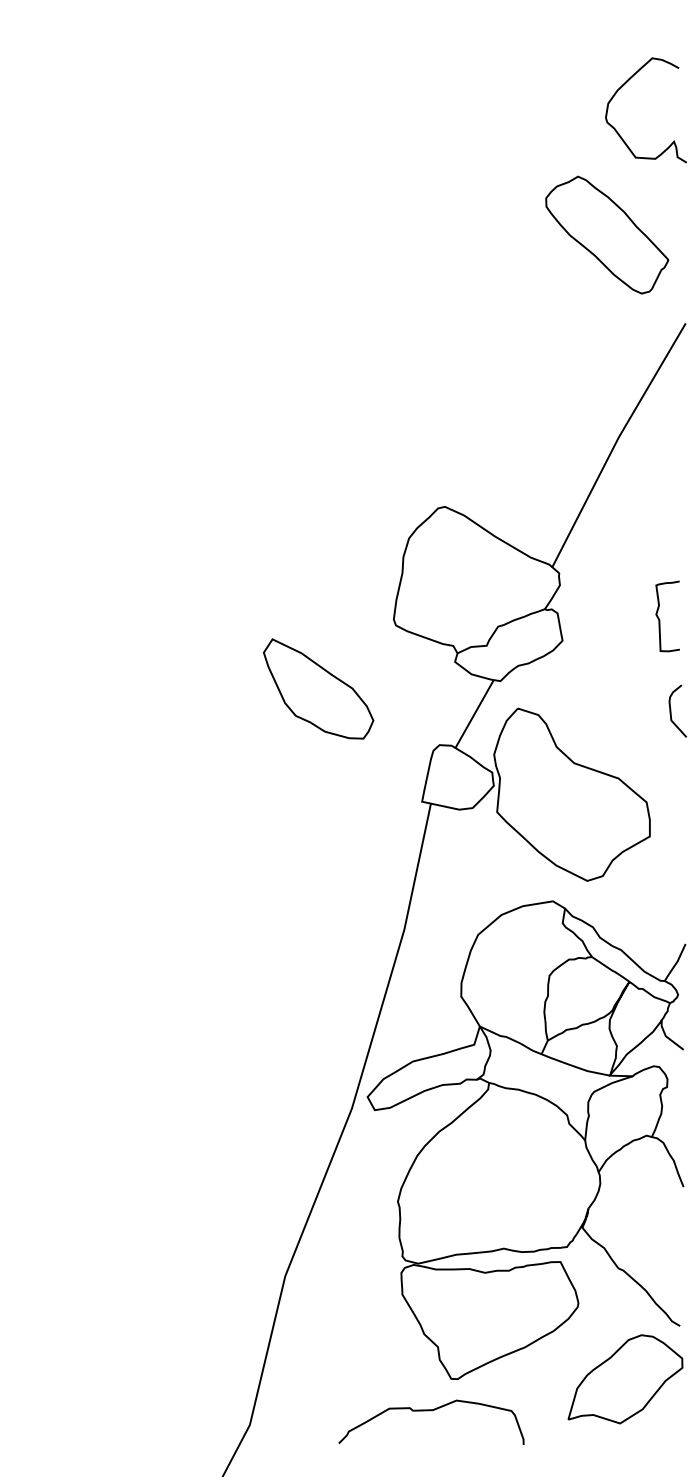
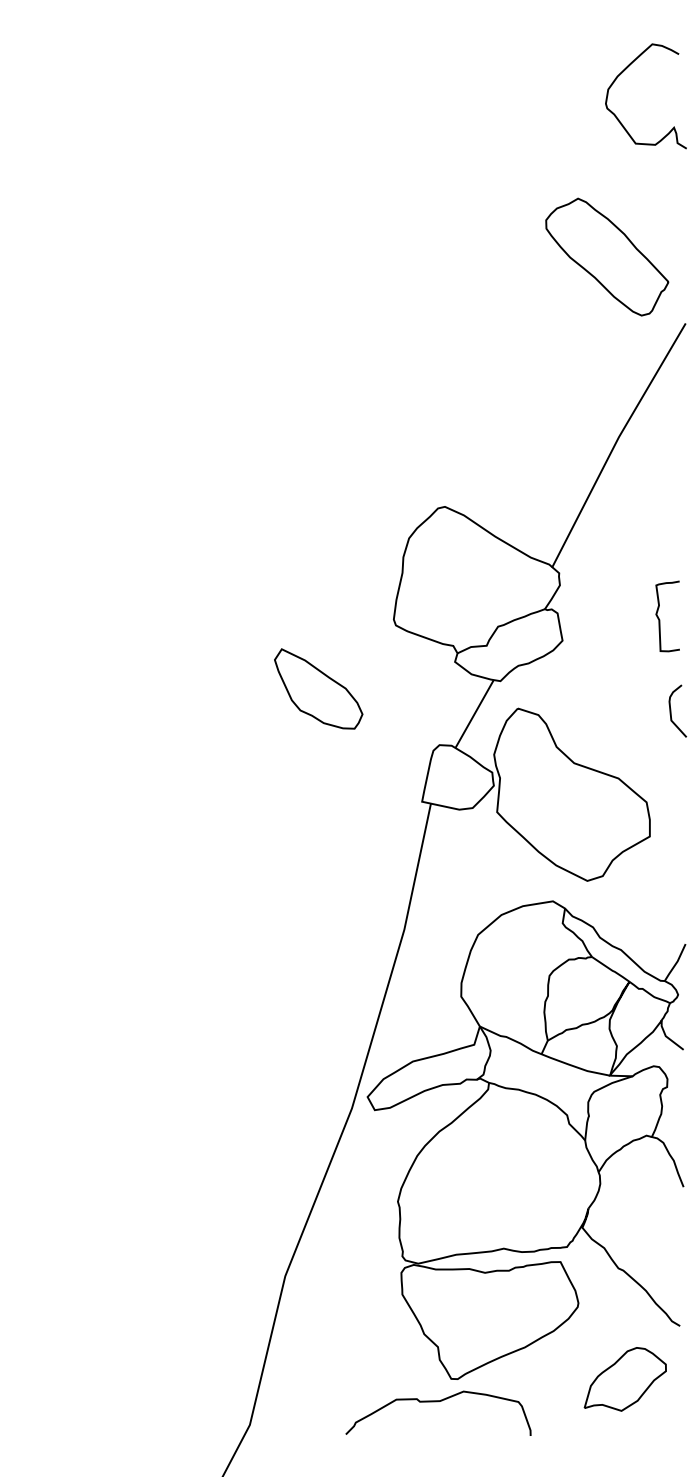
curve at (622, 87) position: (622, 87) -> (622, 73)
part at (607, 234) position: (607, 234) -> (607, 256)
part at (318, 688) size: 112x102 px -> 90x82 px
part at (625, 1379) size: 117x91 px -> 84x65 px
curve at (431, 1411) position: (431, 1411) -> (438, 1402)
